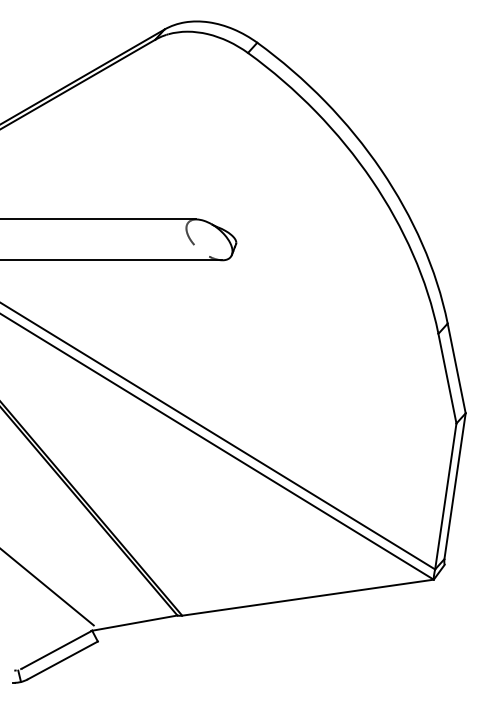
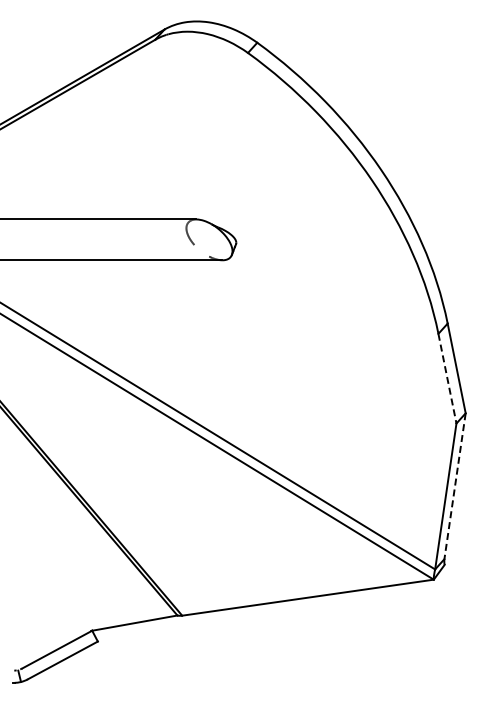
line at (447, 378): solid -> dashed
line at (455, 486): solid -> dashed
line at (47, 587): present -> none
